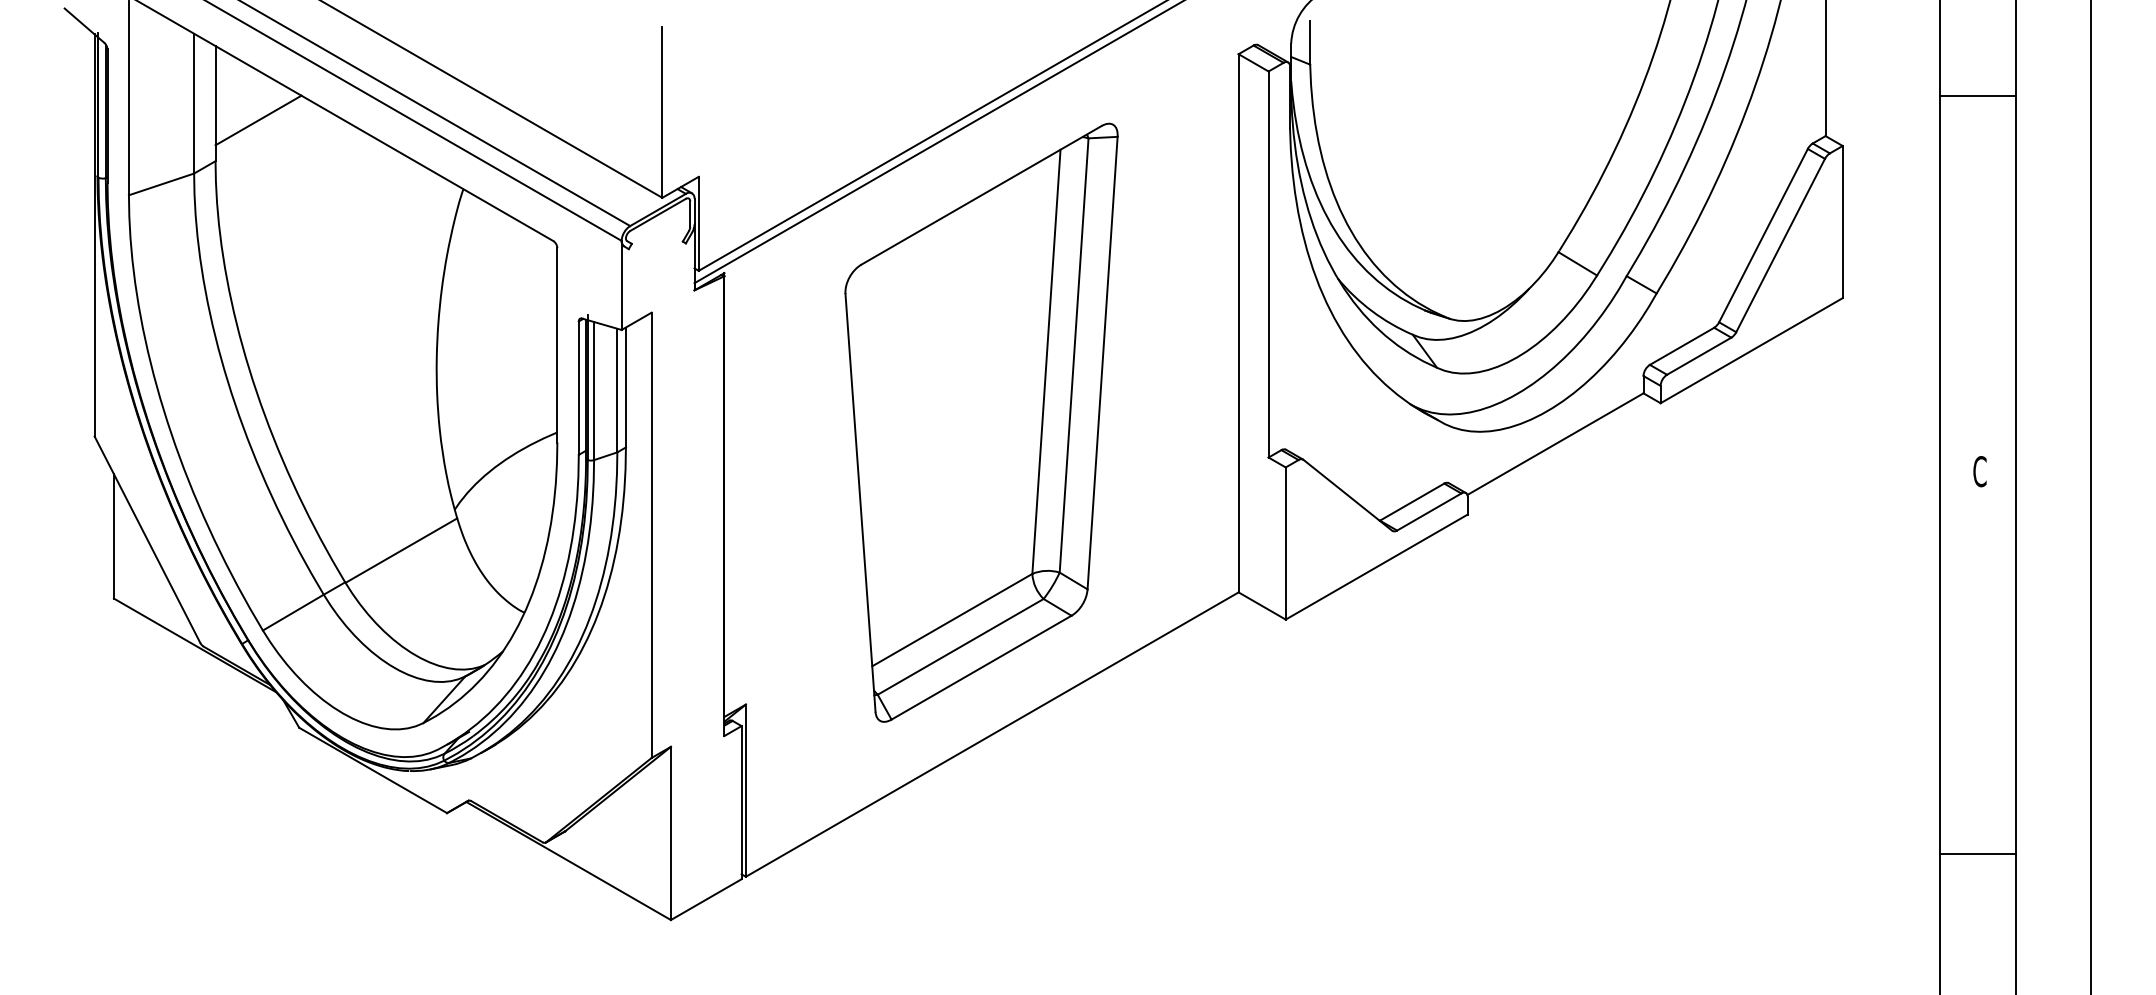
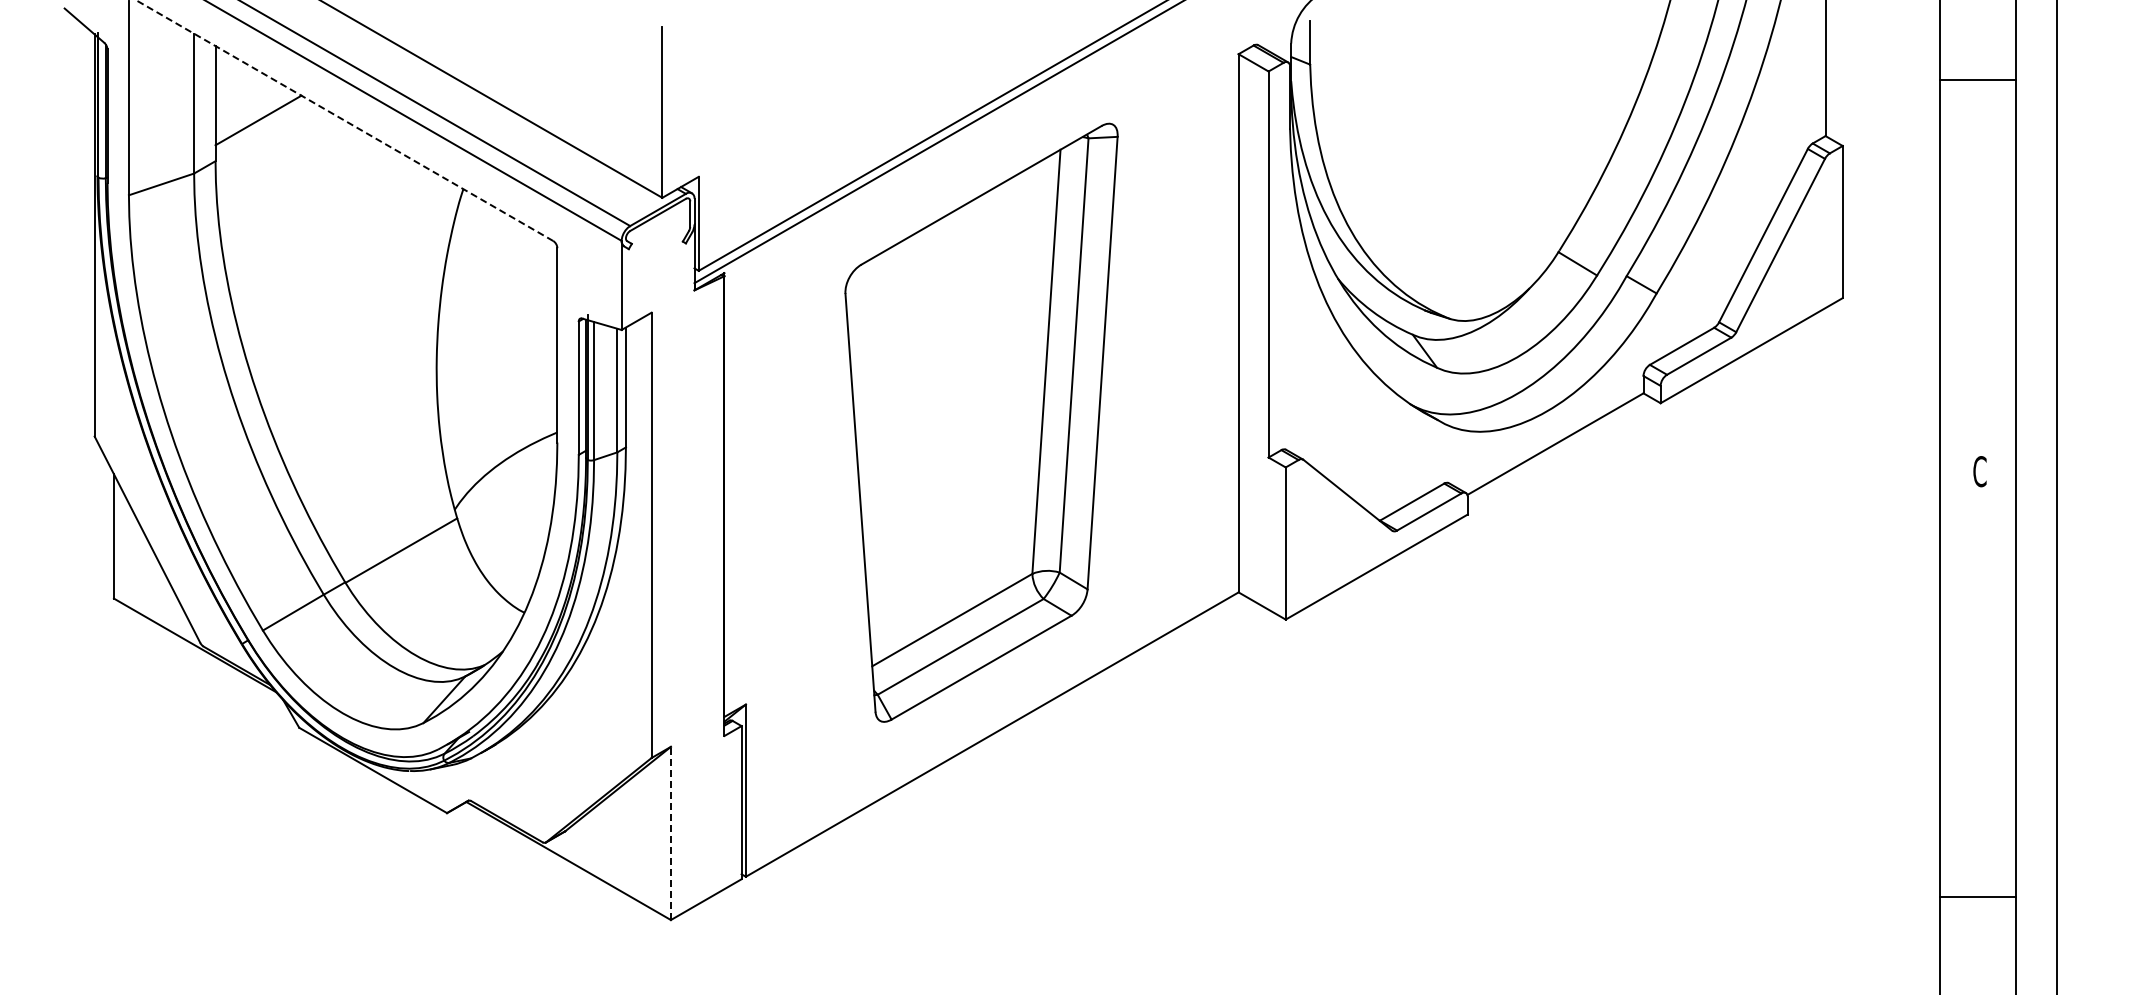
line at (1977, 96) position: (1977, 96) -> (1977, 80)
line at (344, 120): solid -> dashed
line at (2091, 496) position: (2091, 496) -> (2057, 496)
line at (670, 833): solid -> dashed
line at (1977, 853) position: (1977, 853) -> (1977, 896)
